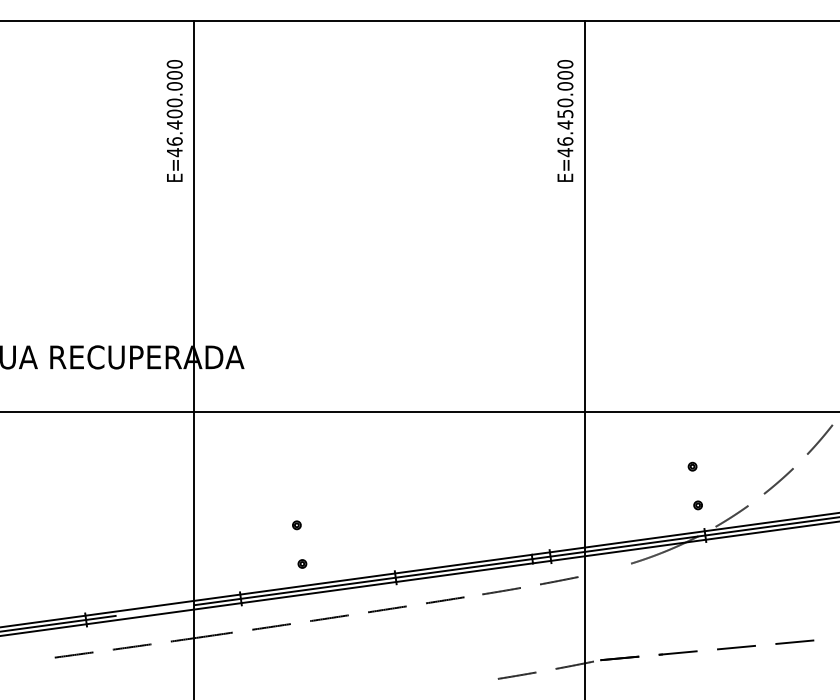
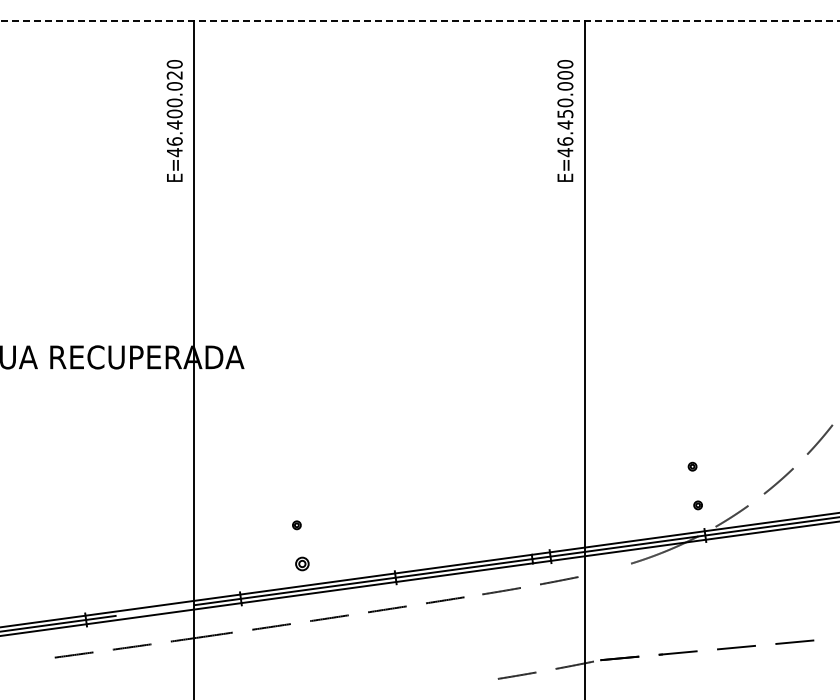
line at (420, 21): solid -> dashed
text at (174, 75): E=46.400.000 -> E=46.400.020
line at (419, 411): present -> none
part at (302, 563) size: 11x10 px -> 15x16 px
